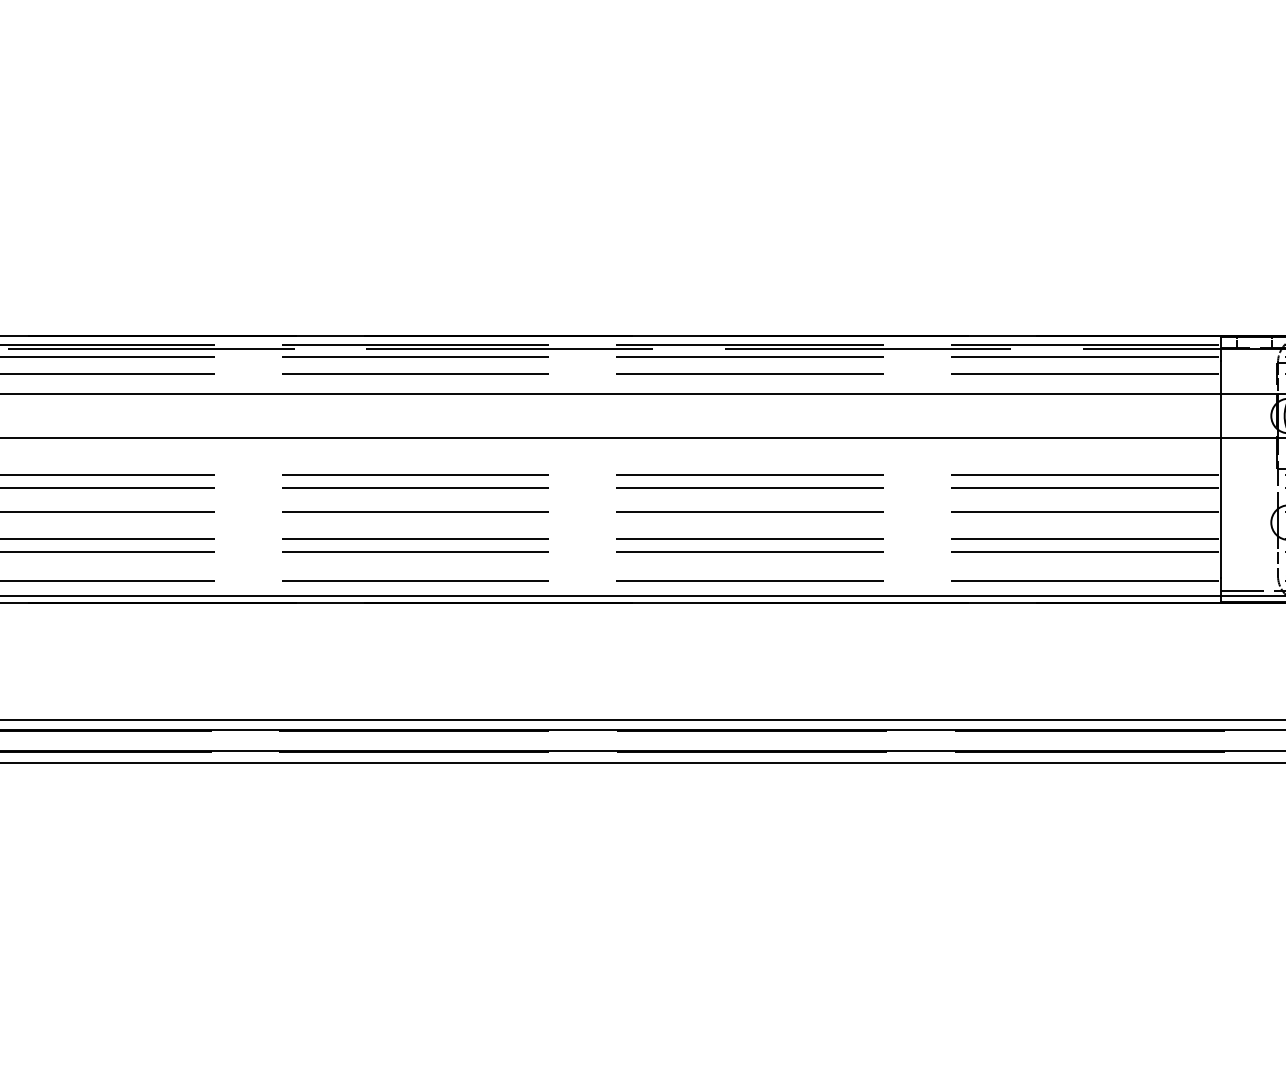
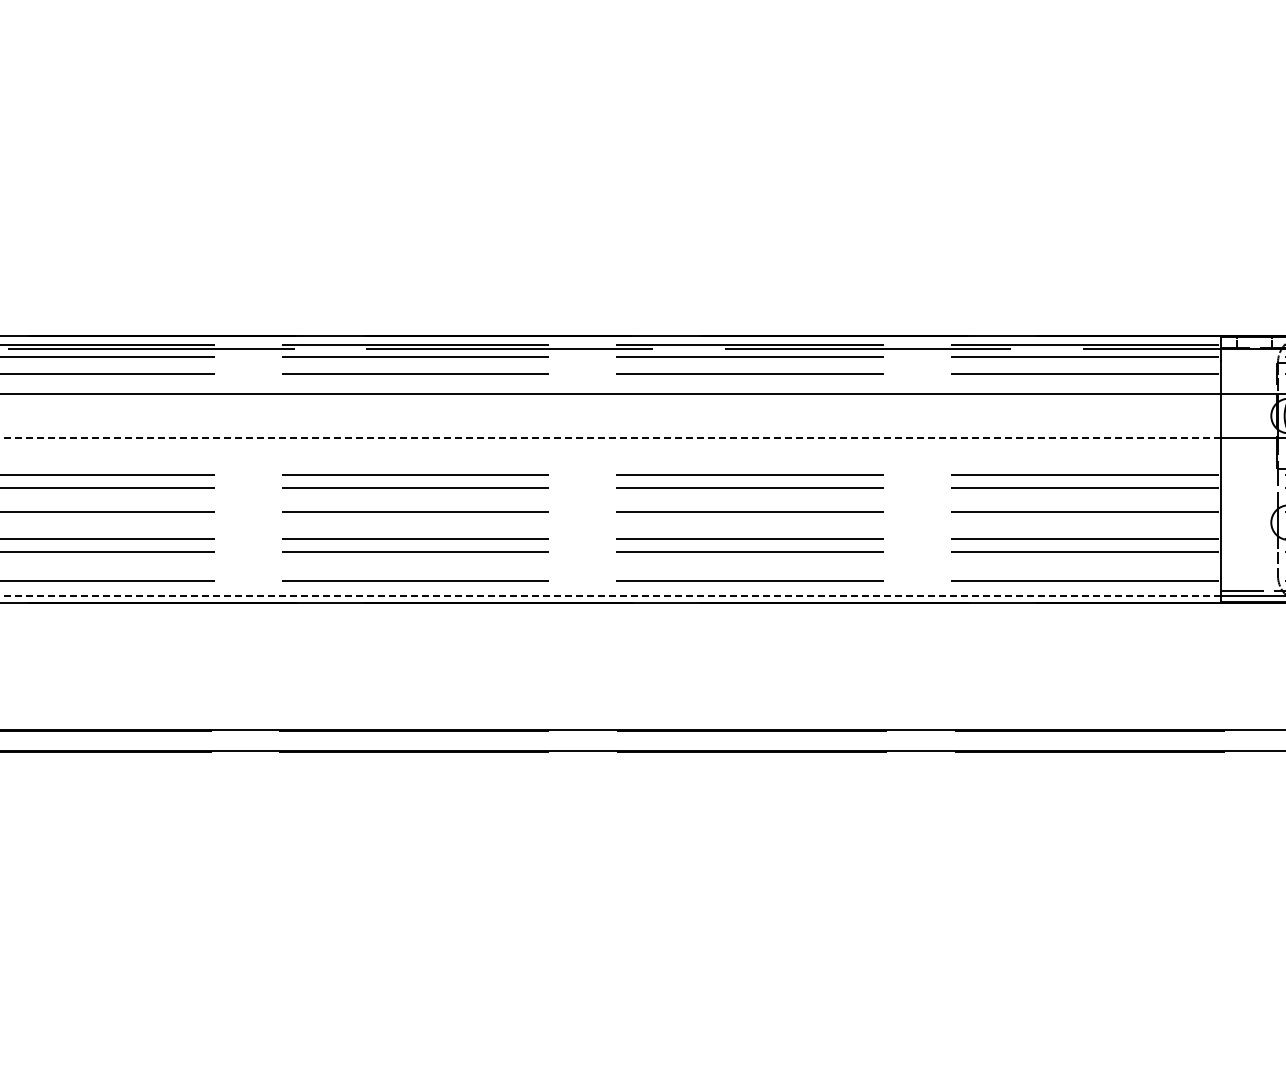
line at (609, 437): solid -> dashed
line at (609, 595): solid -> dashed
line at (642, 719): present -> none
line at (642, 762): present -> none
